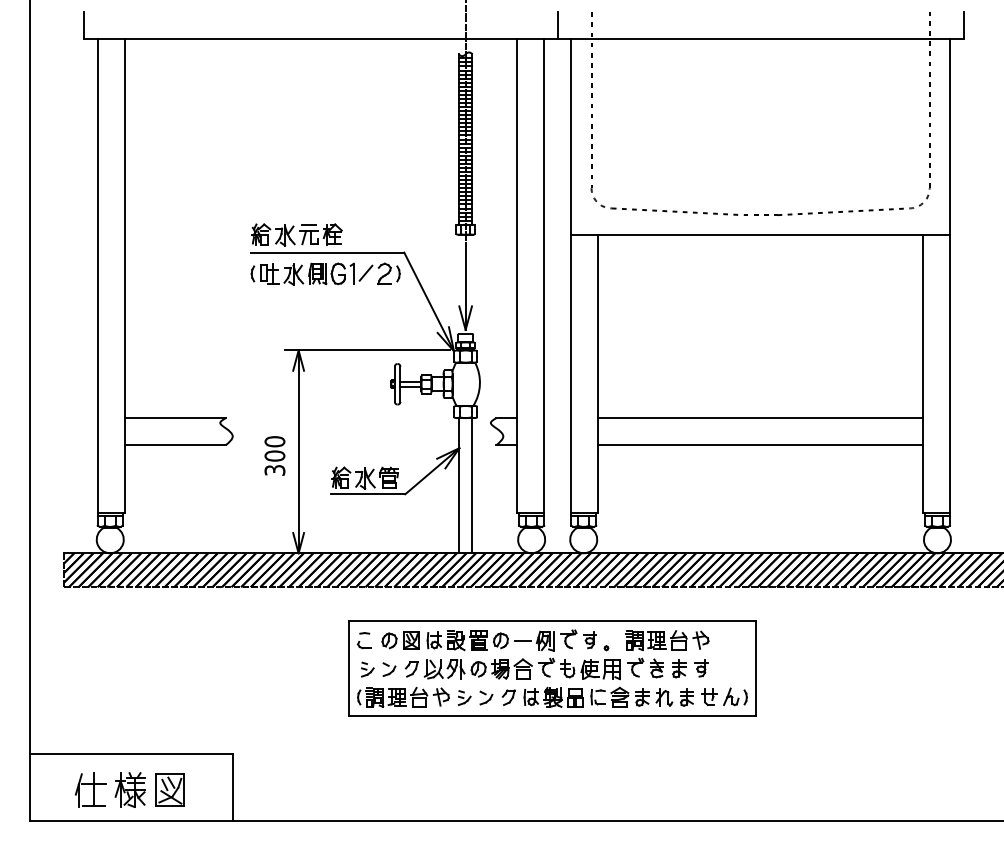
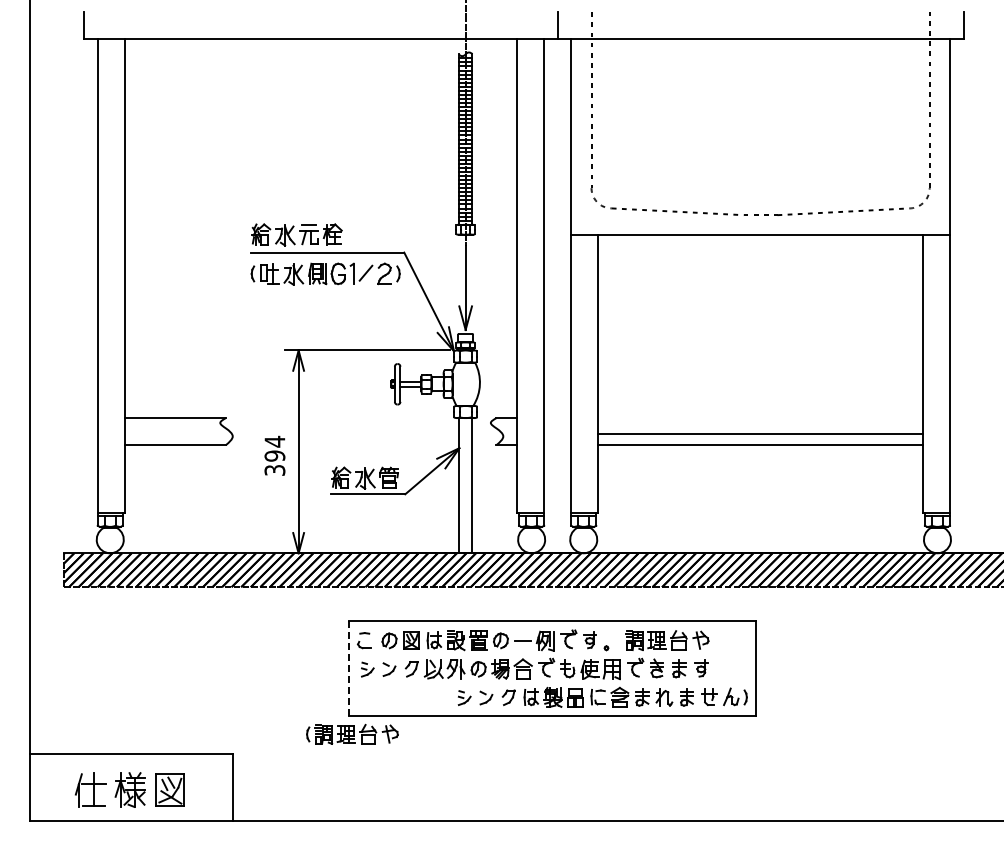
line at (760, 418) position: (760, 418) -> (760, 434)
text at (274, 448): 300 -> 394
line at (348, 668): solid -> dashed
part at (403, 696) position: (403, 696) -> (352, 733)
